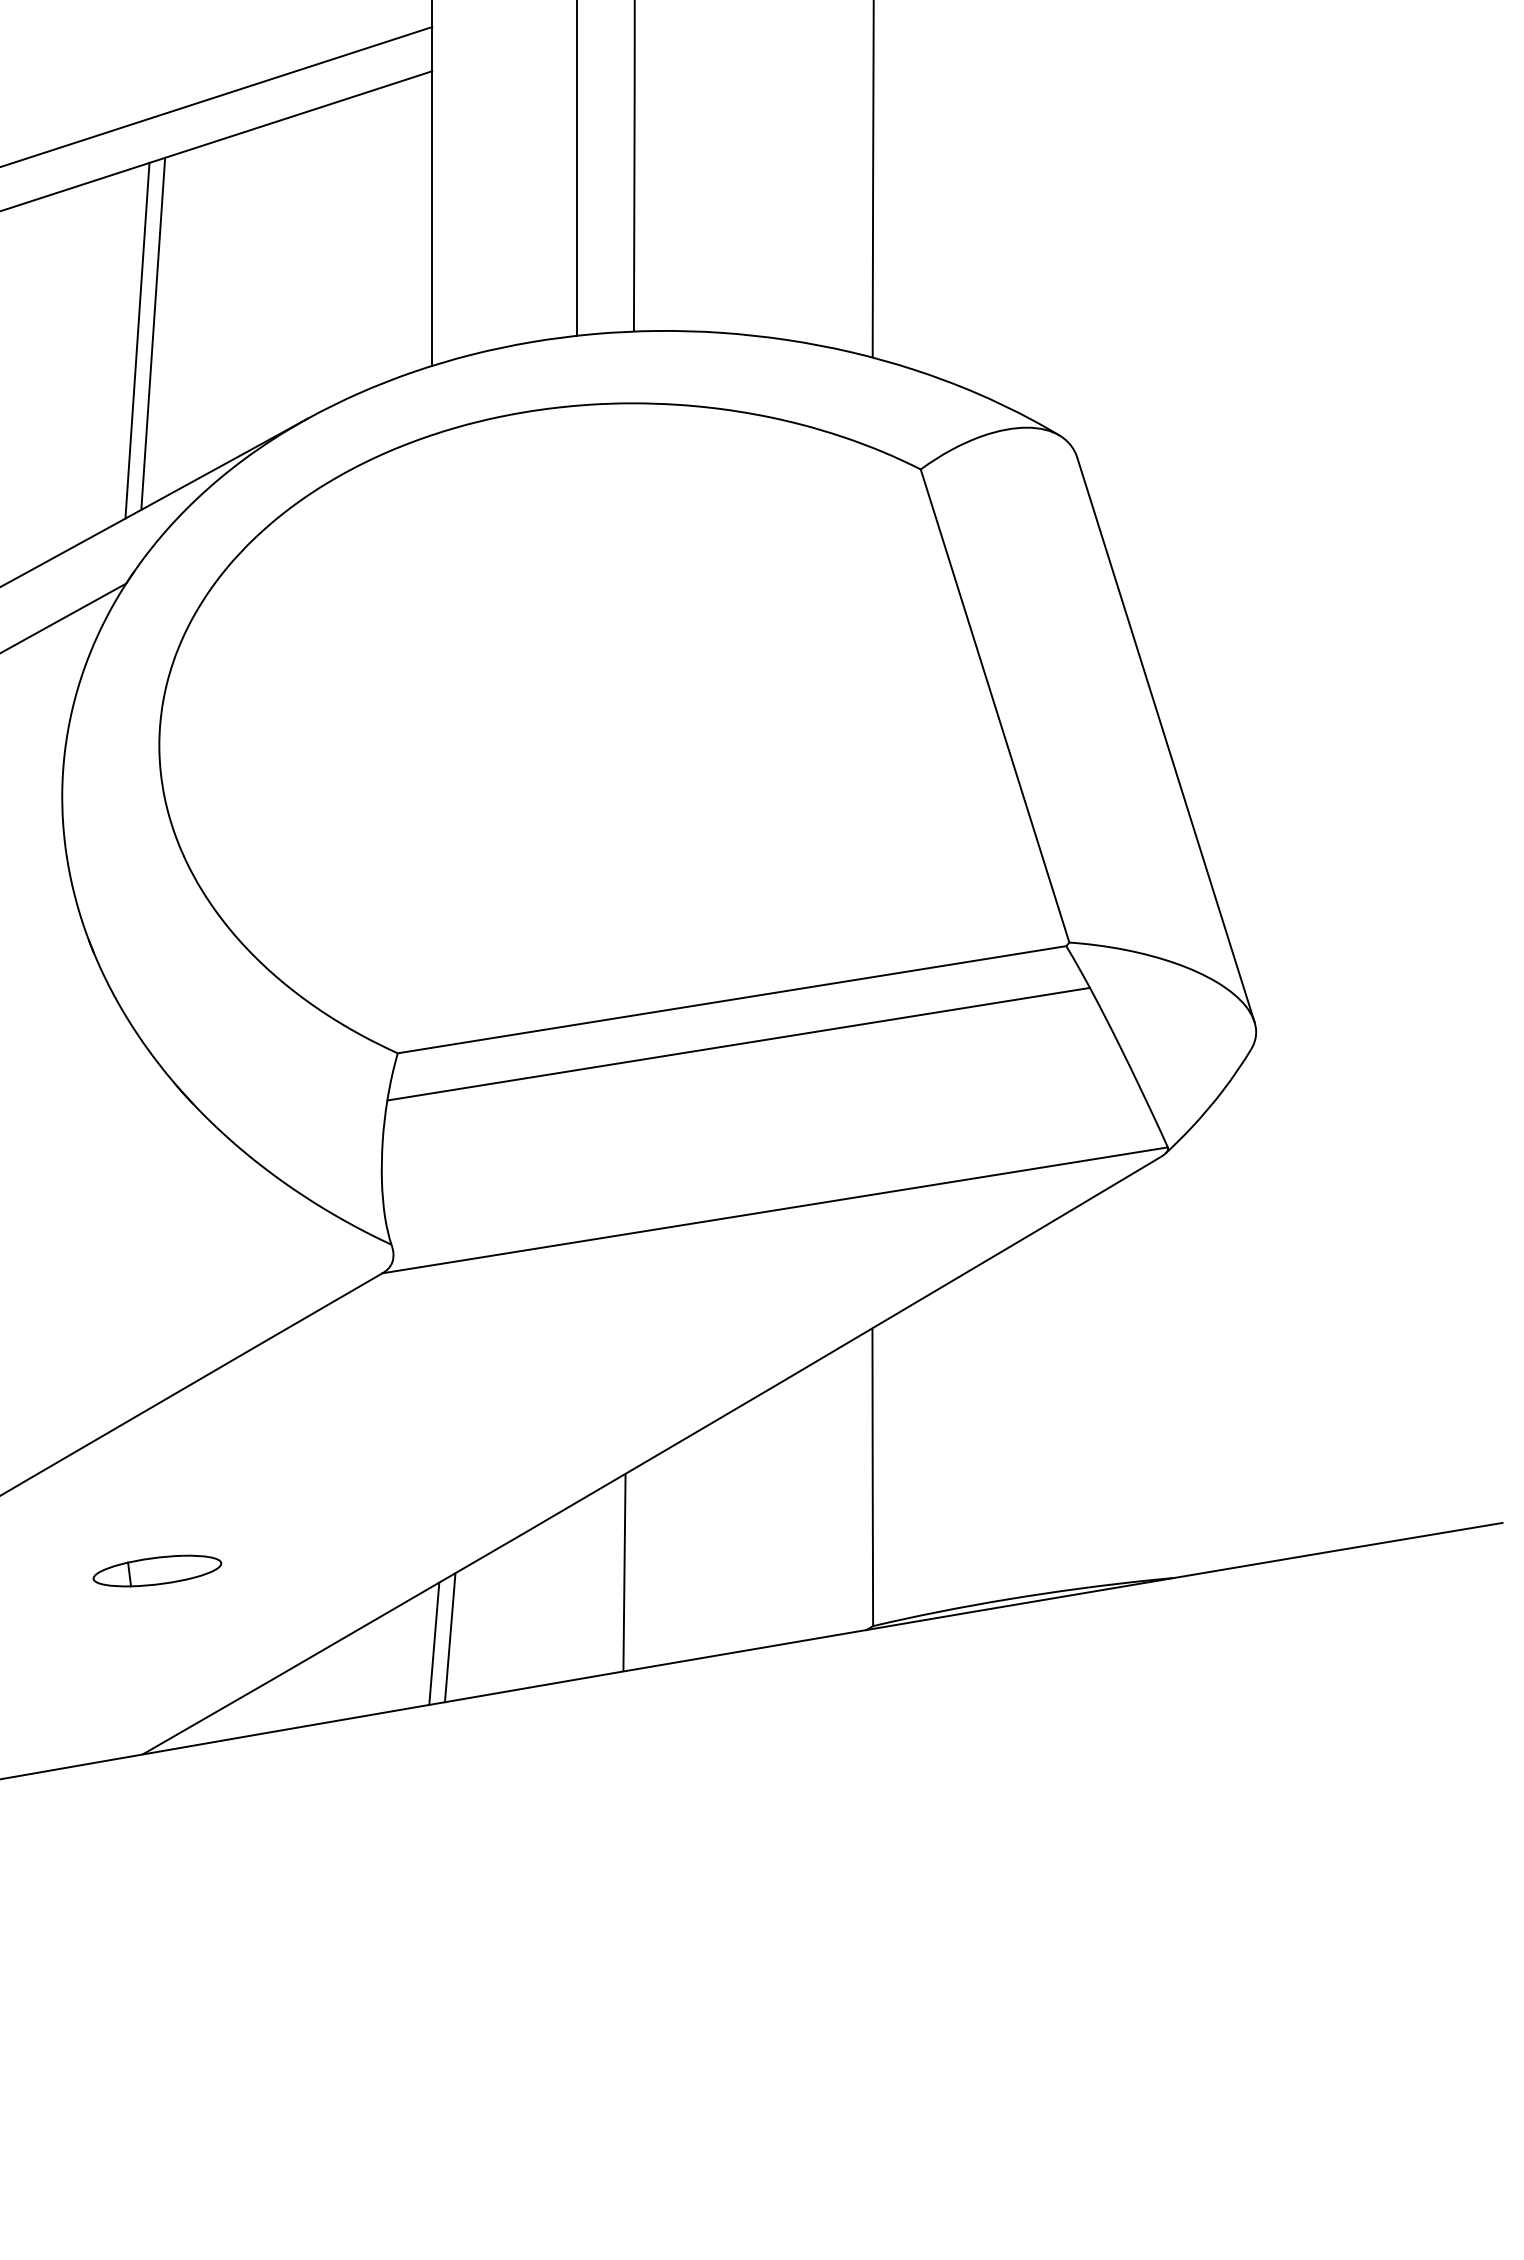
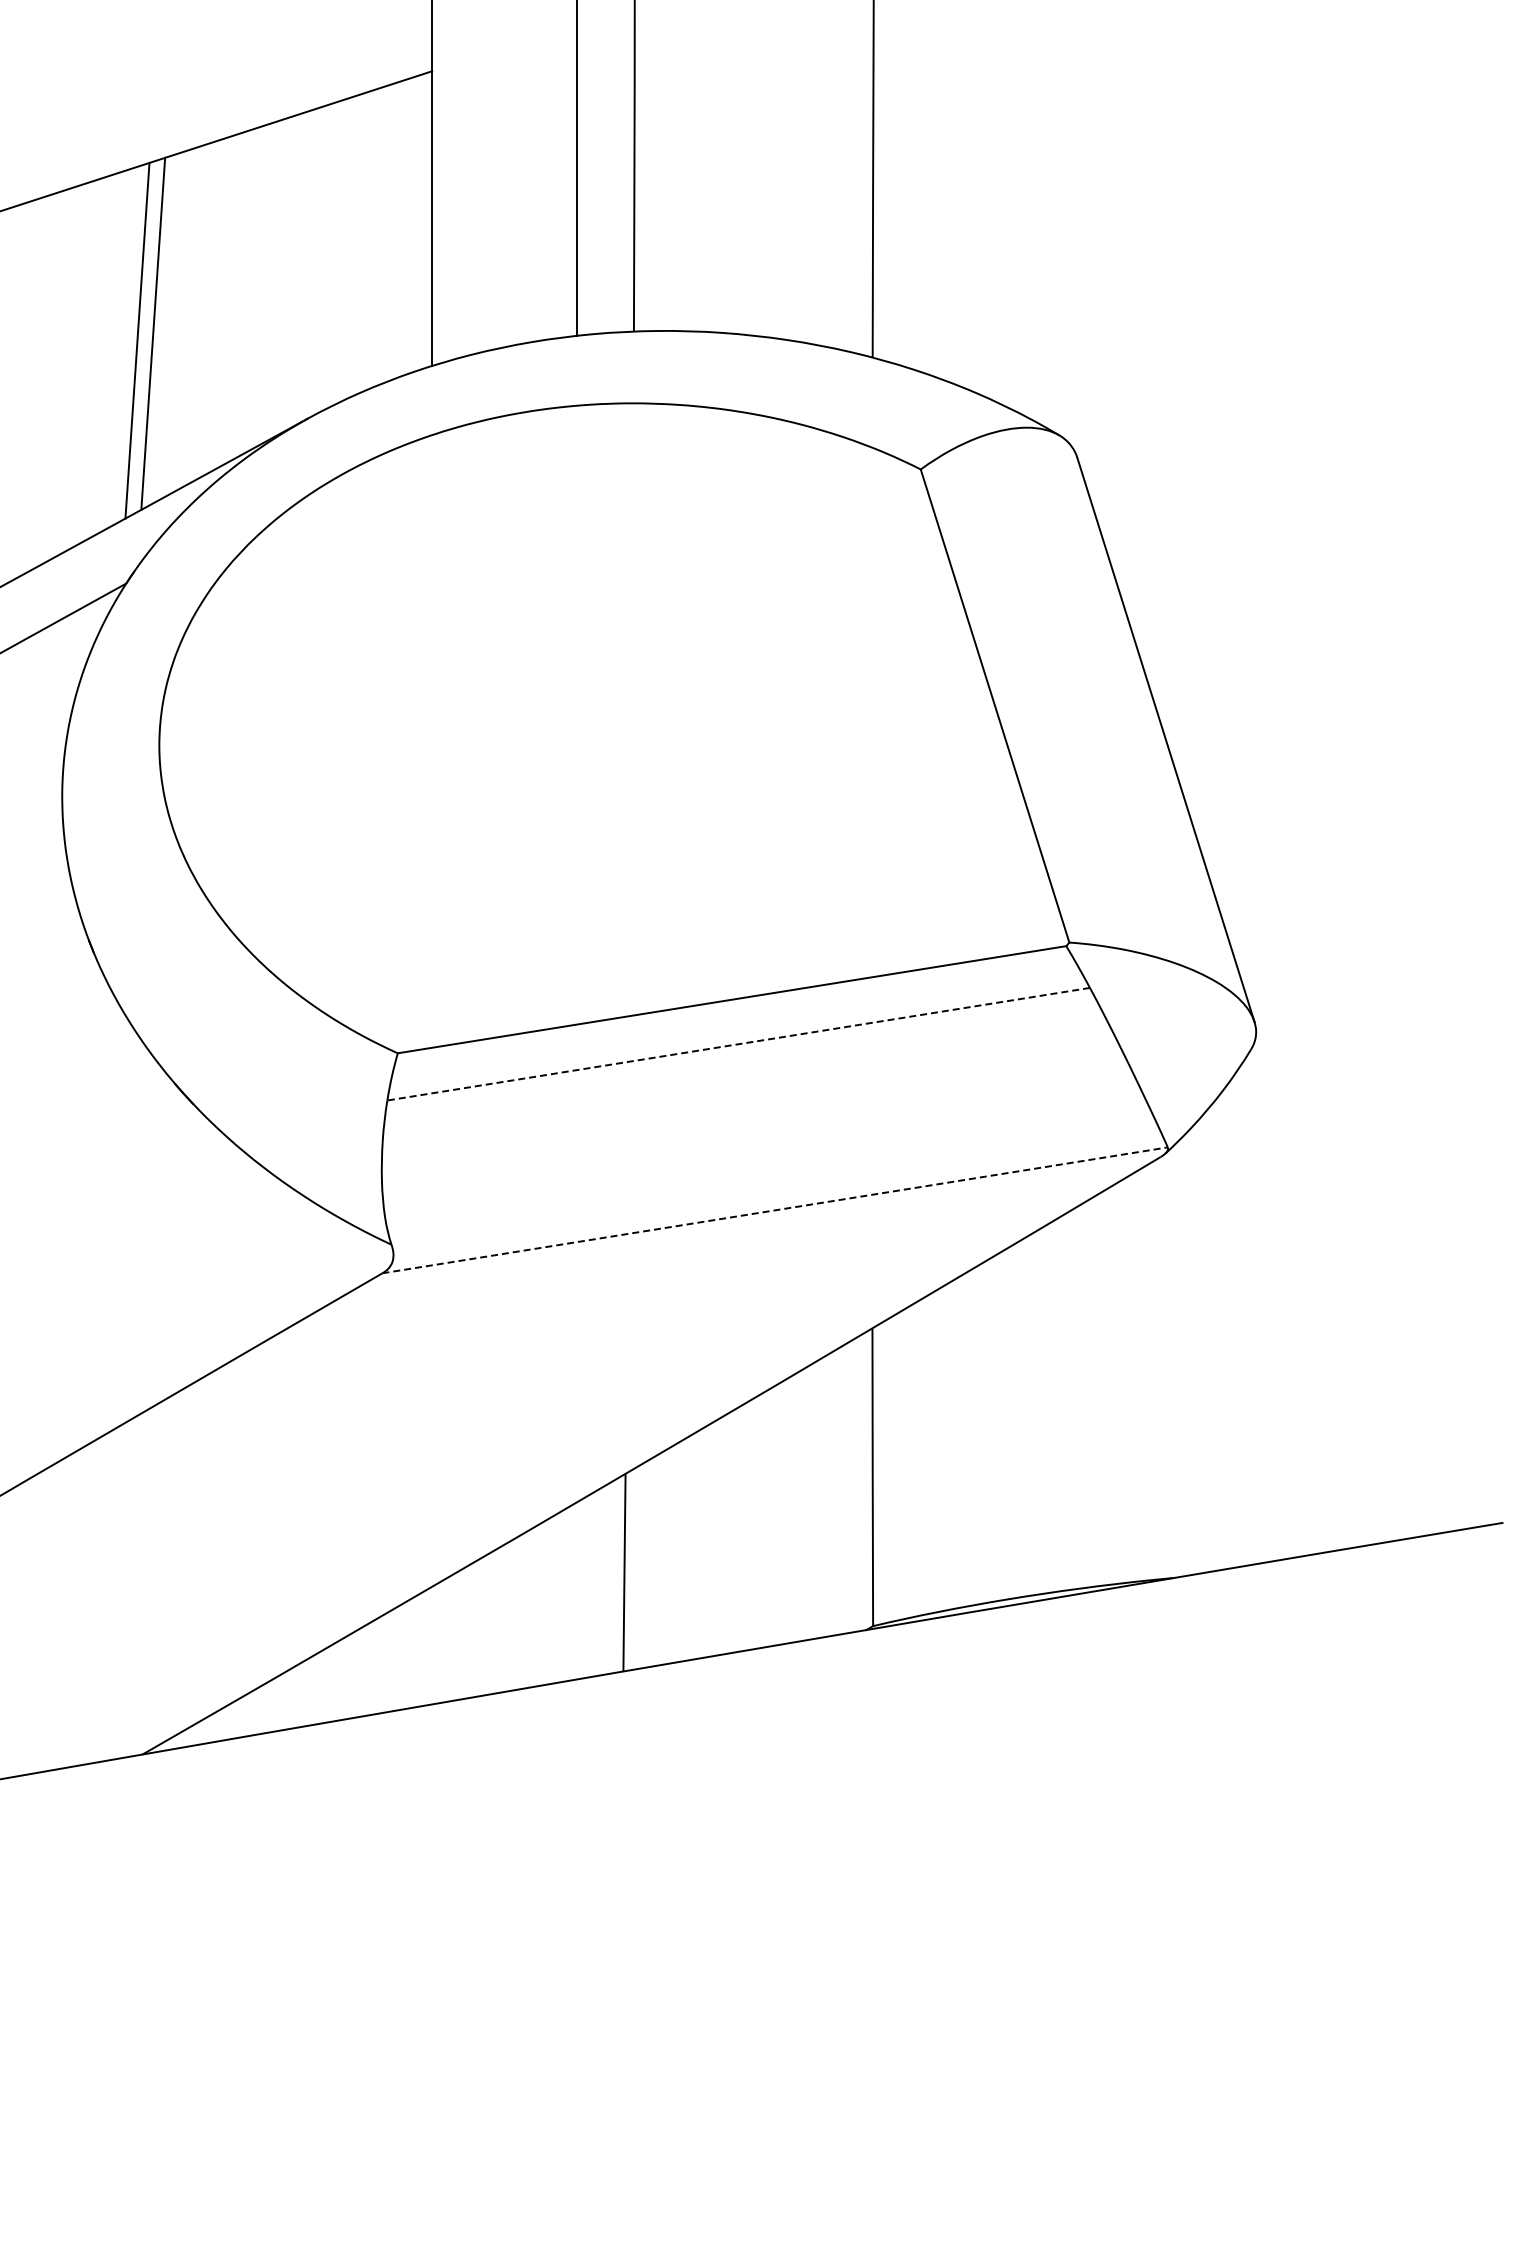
line at (217, 96): present -> none
line at (738, 1044): solid -> dashed
line at (775, 1210): solid -> dashed
part at (157, 1570): present -> none
line at (449, 1637): present -> none
line at (434, 1643): present -> none
